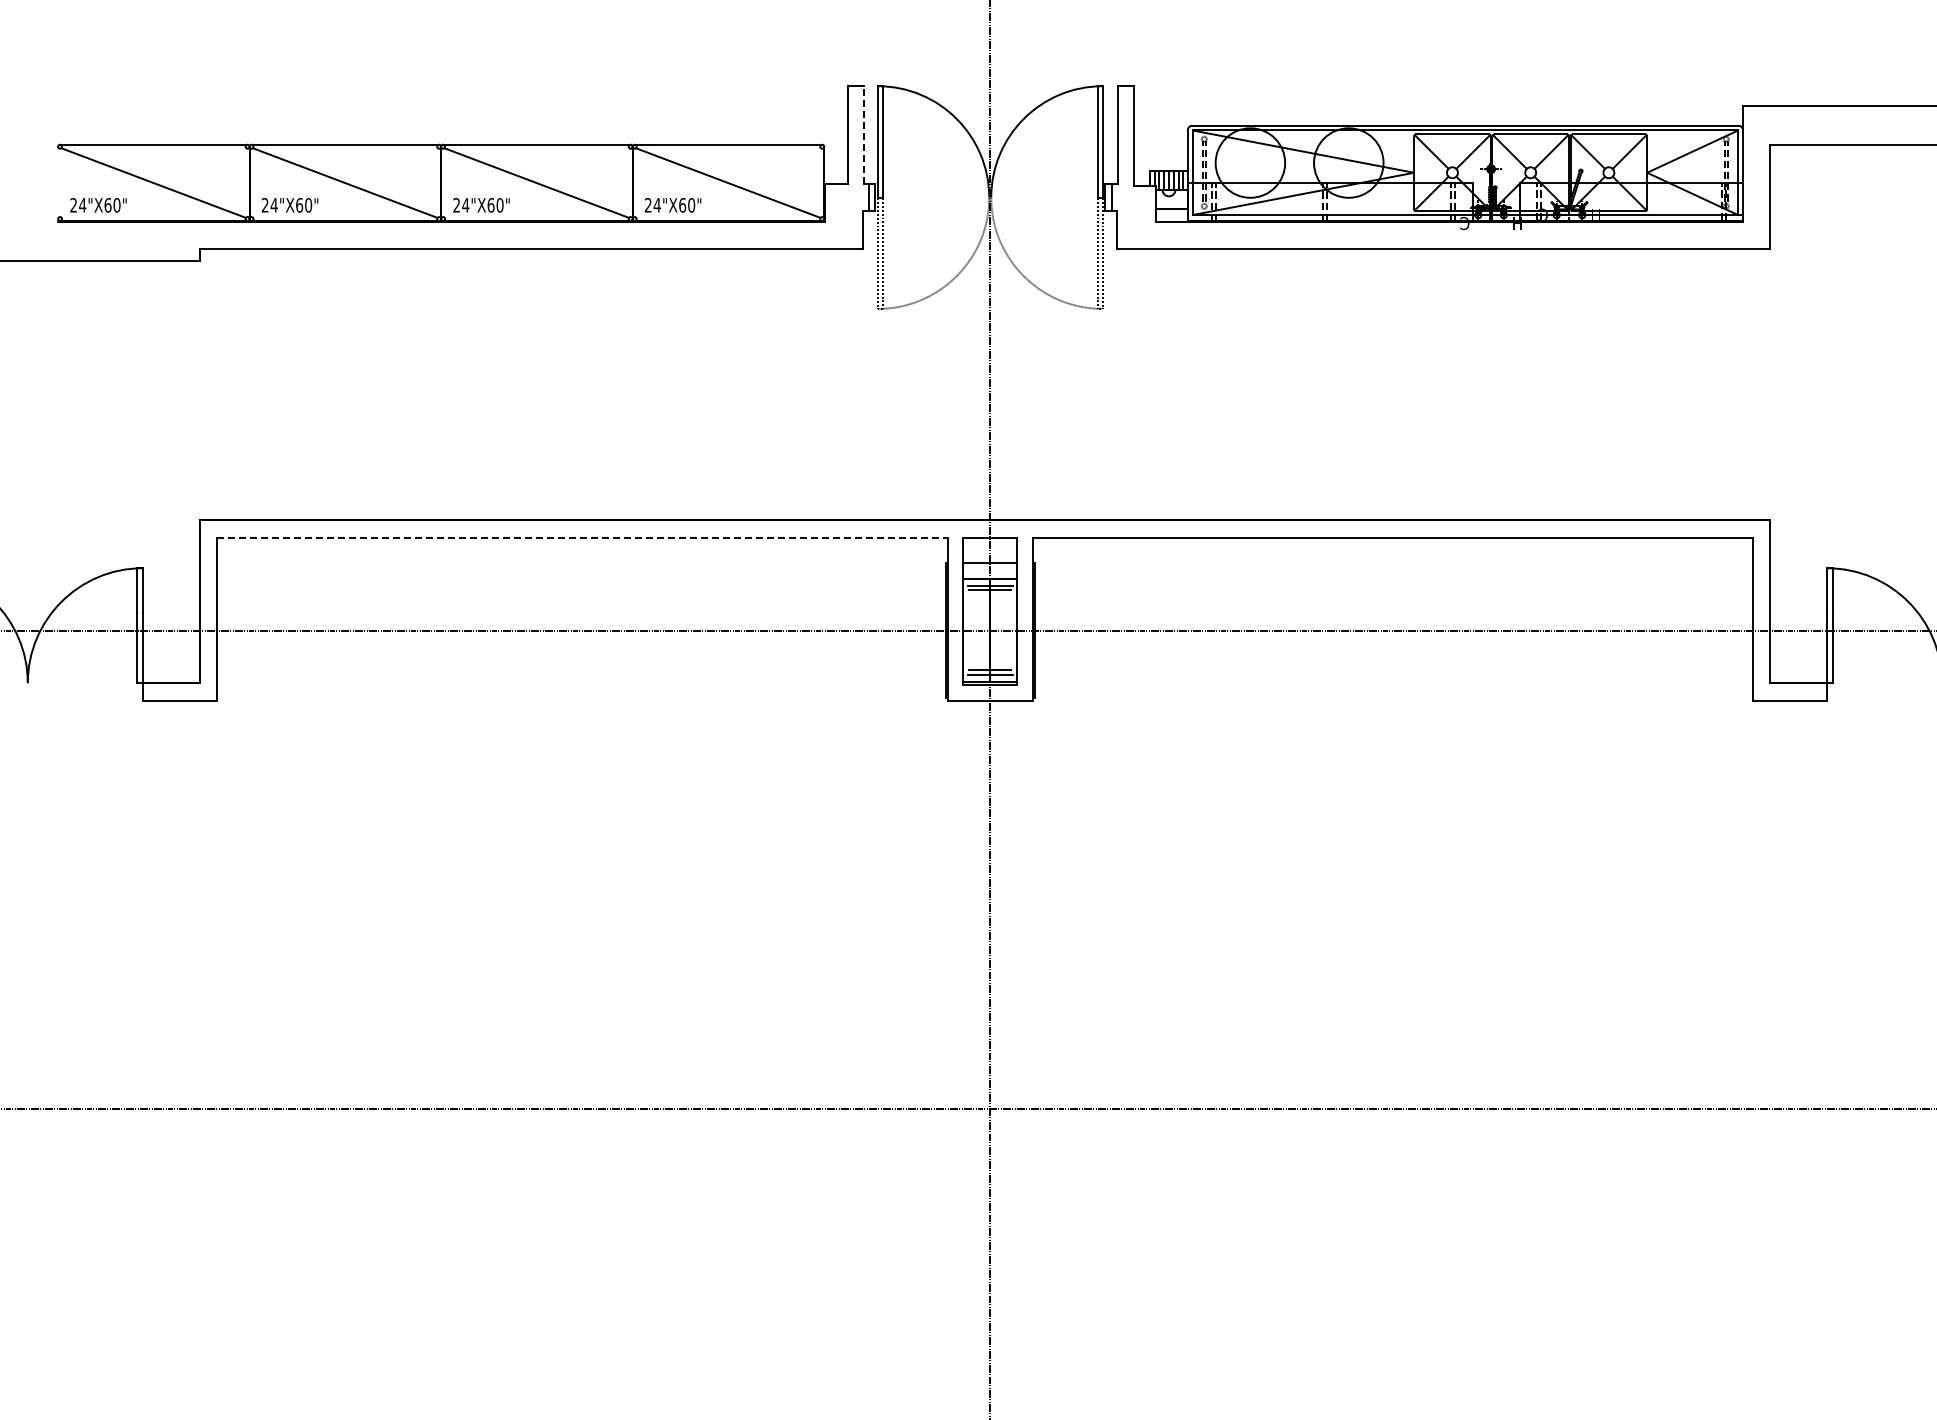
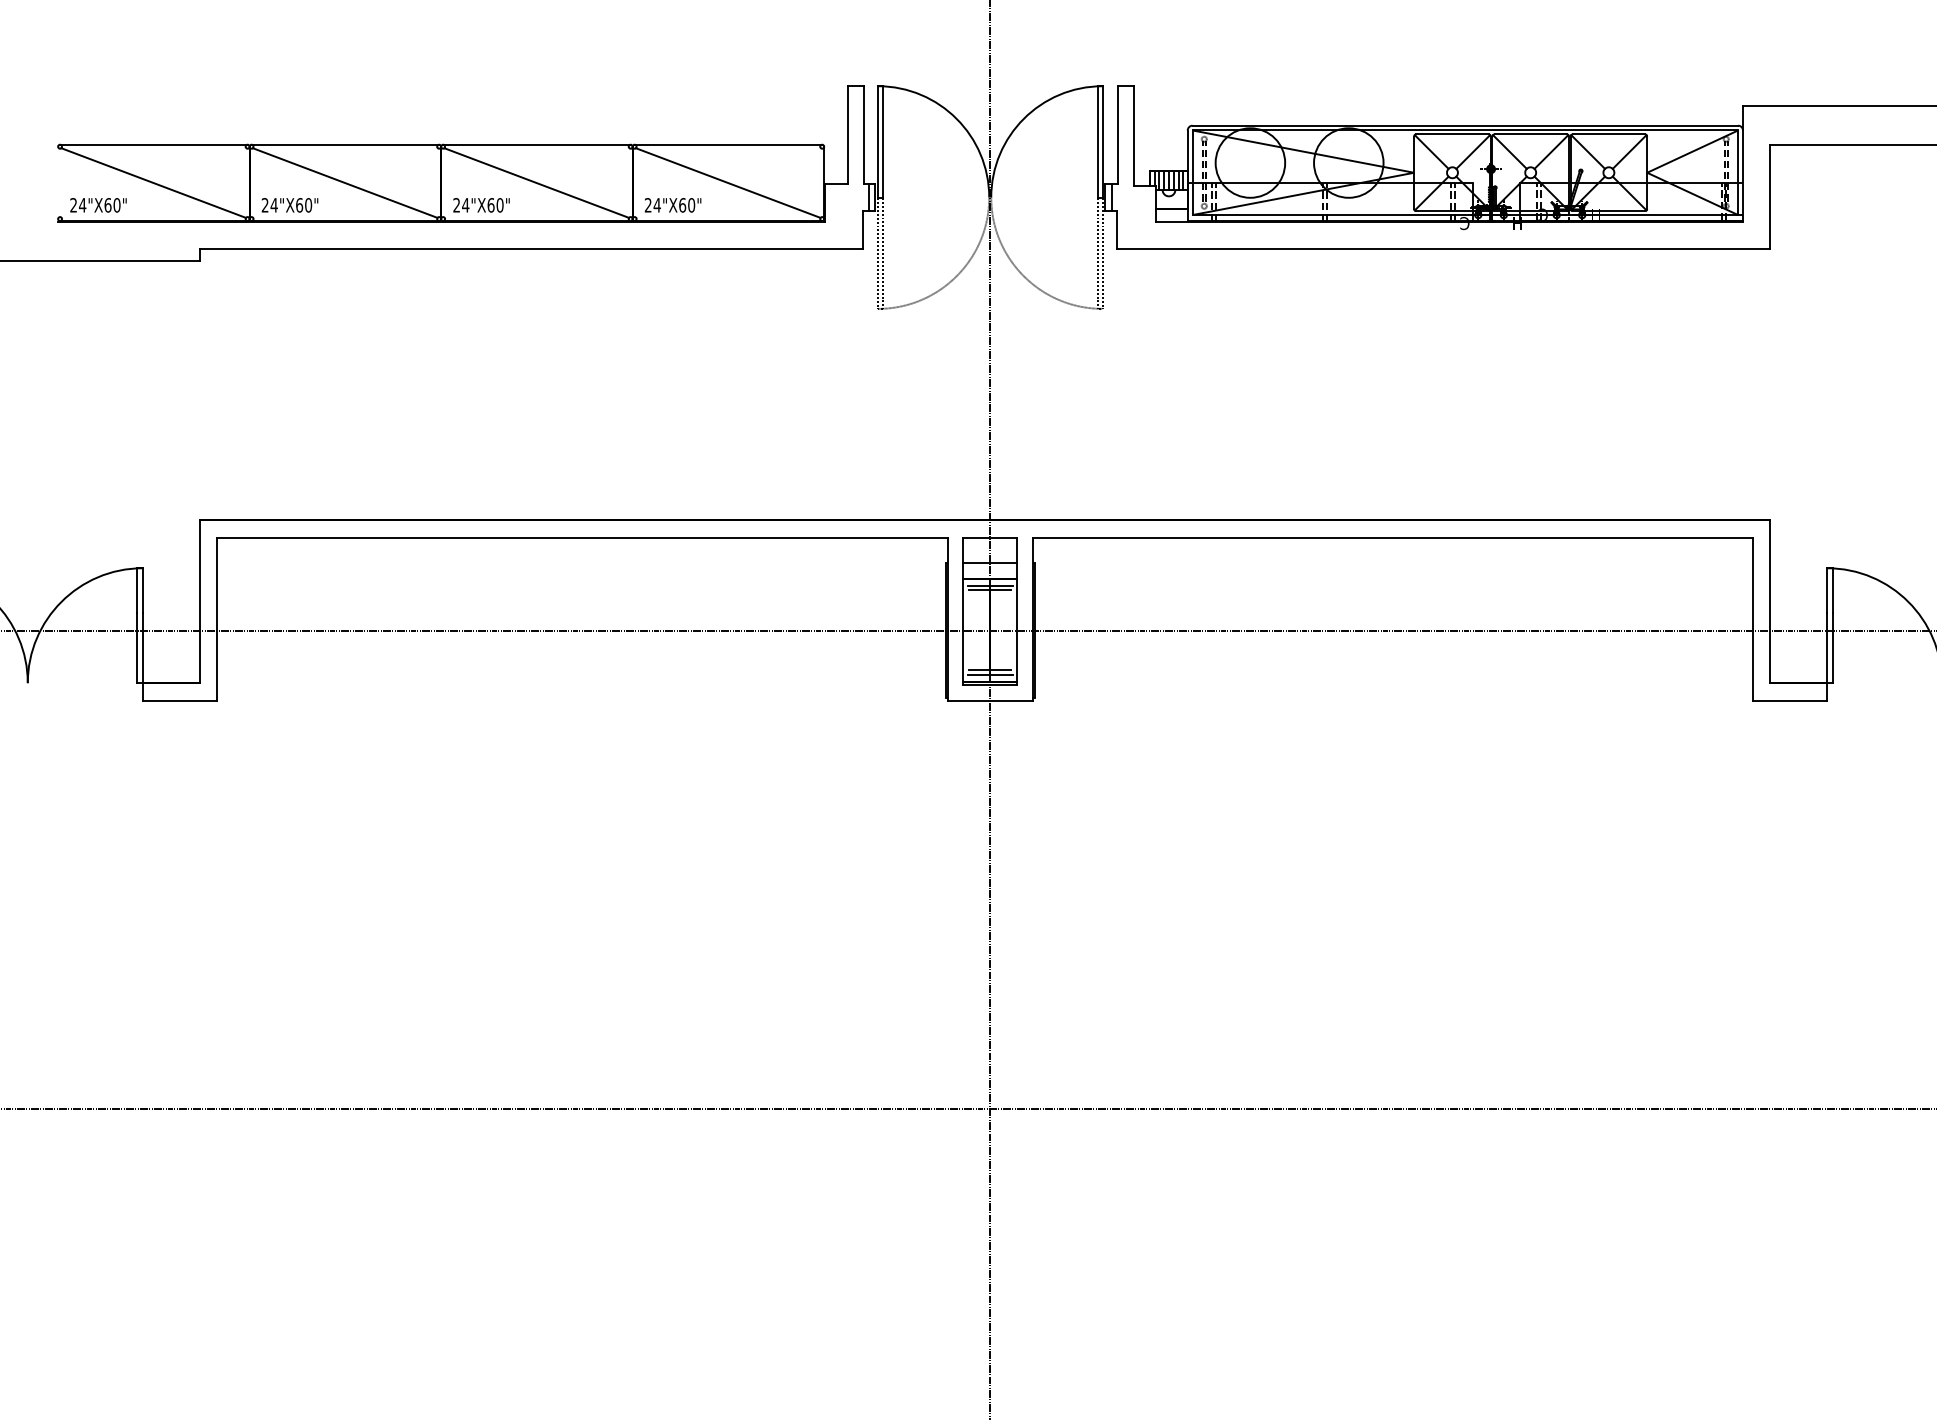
line at (863, 134): dashed -> solid
line at (583, 537): dashed -> solid
